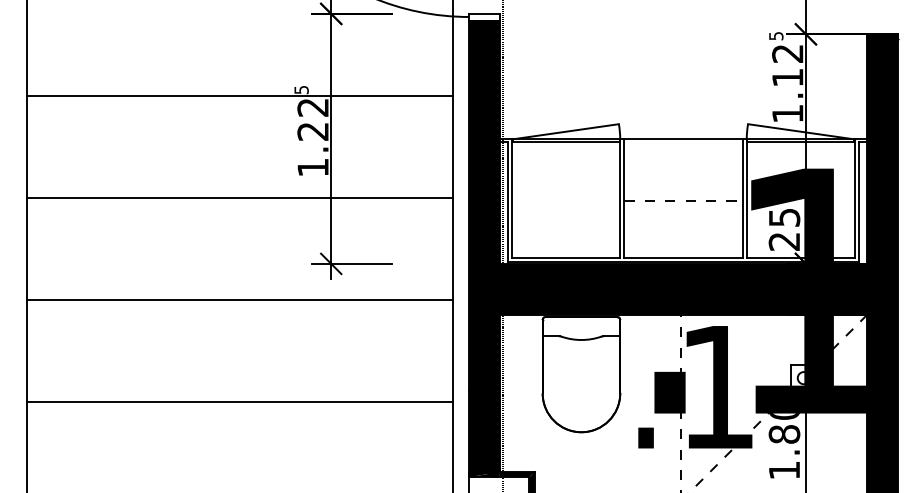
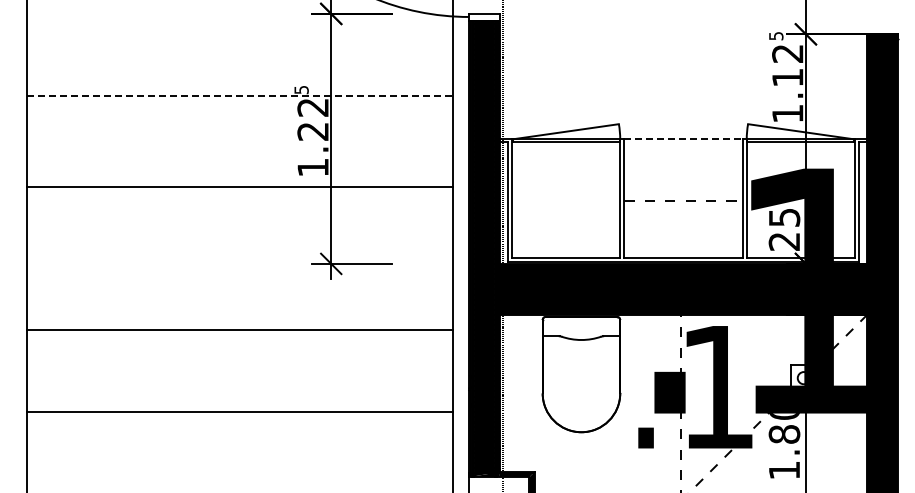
line at (240, 95): solid -> dashed
line at (683, 139): solid -> dashed
line at (239, 197) position: (239, 197) -> (239, 186)
line at (239, 299) position: (239, 299) -> (239, 329)
line at (239, 401) position: (239, 401) -> (239, 411)
